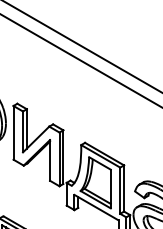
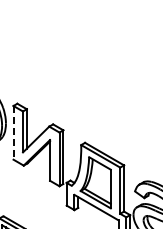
line at (82, 46): present -> none
line at (80, 60): present -> none
line at (13, 132): solid -> dashed
